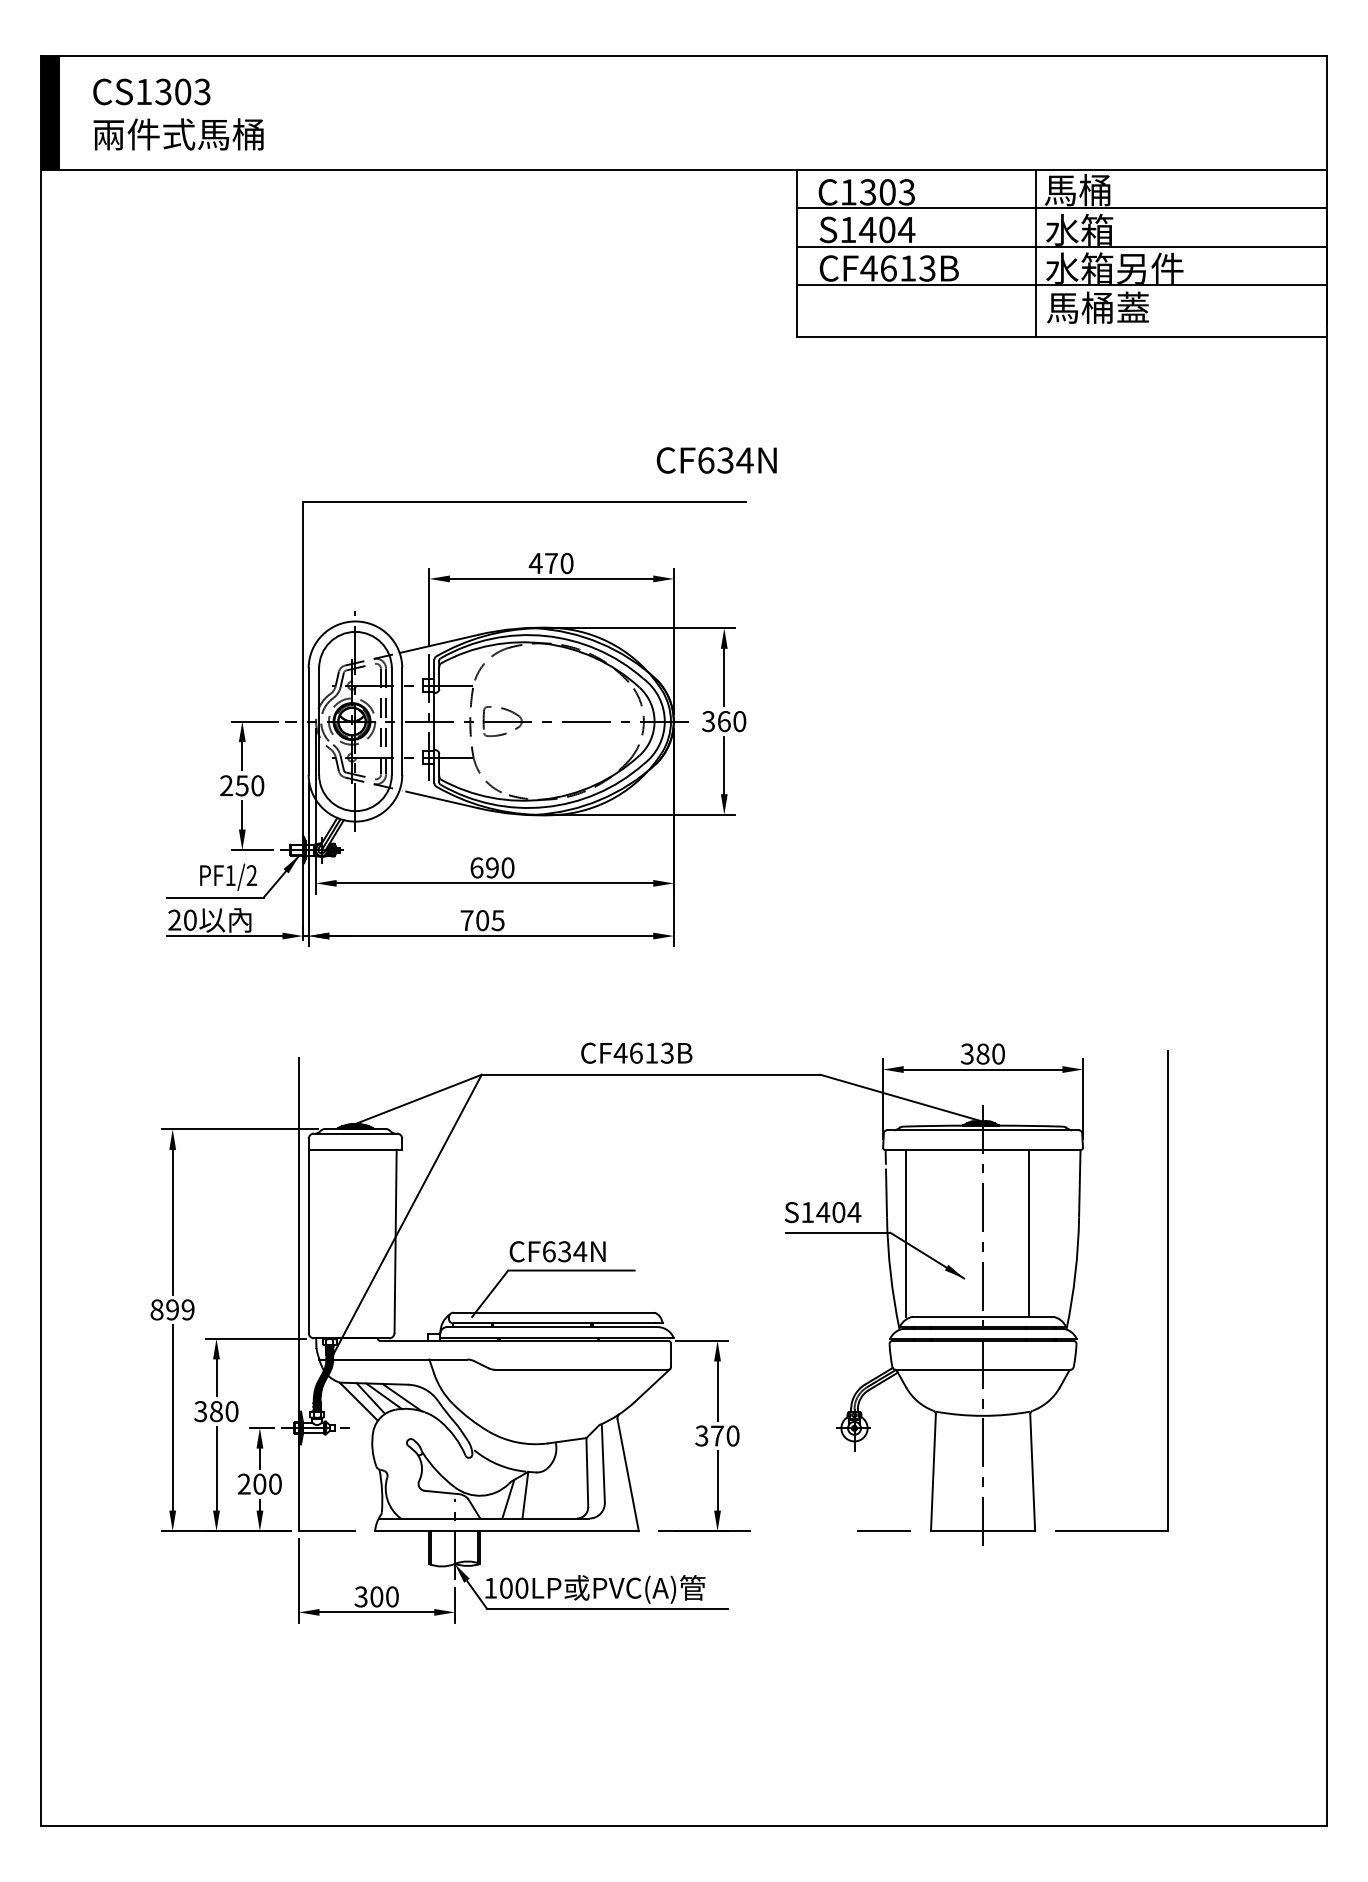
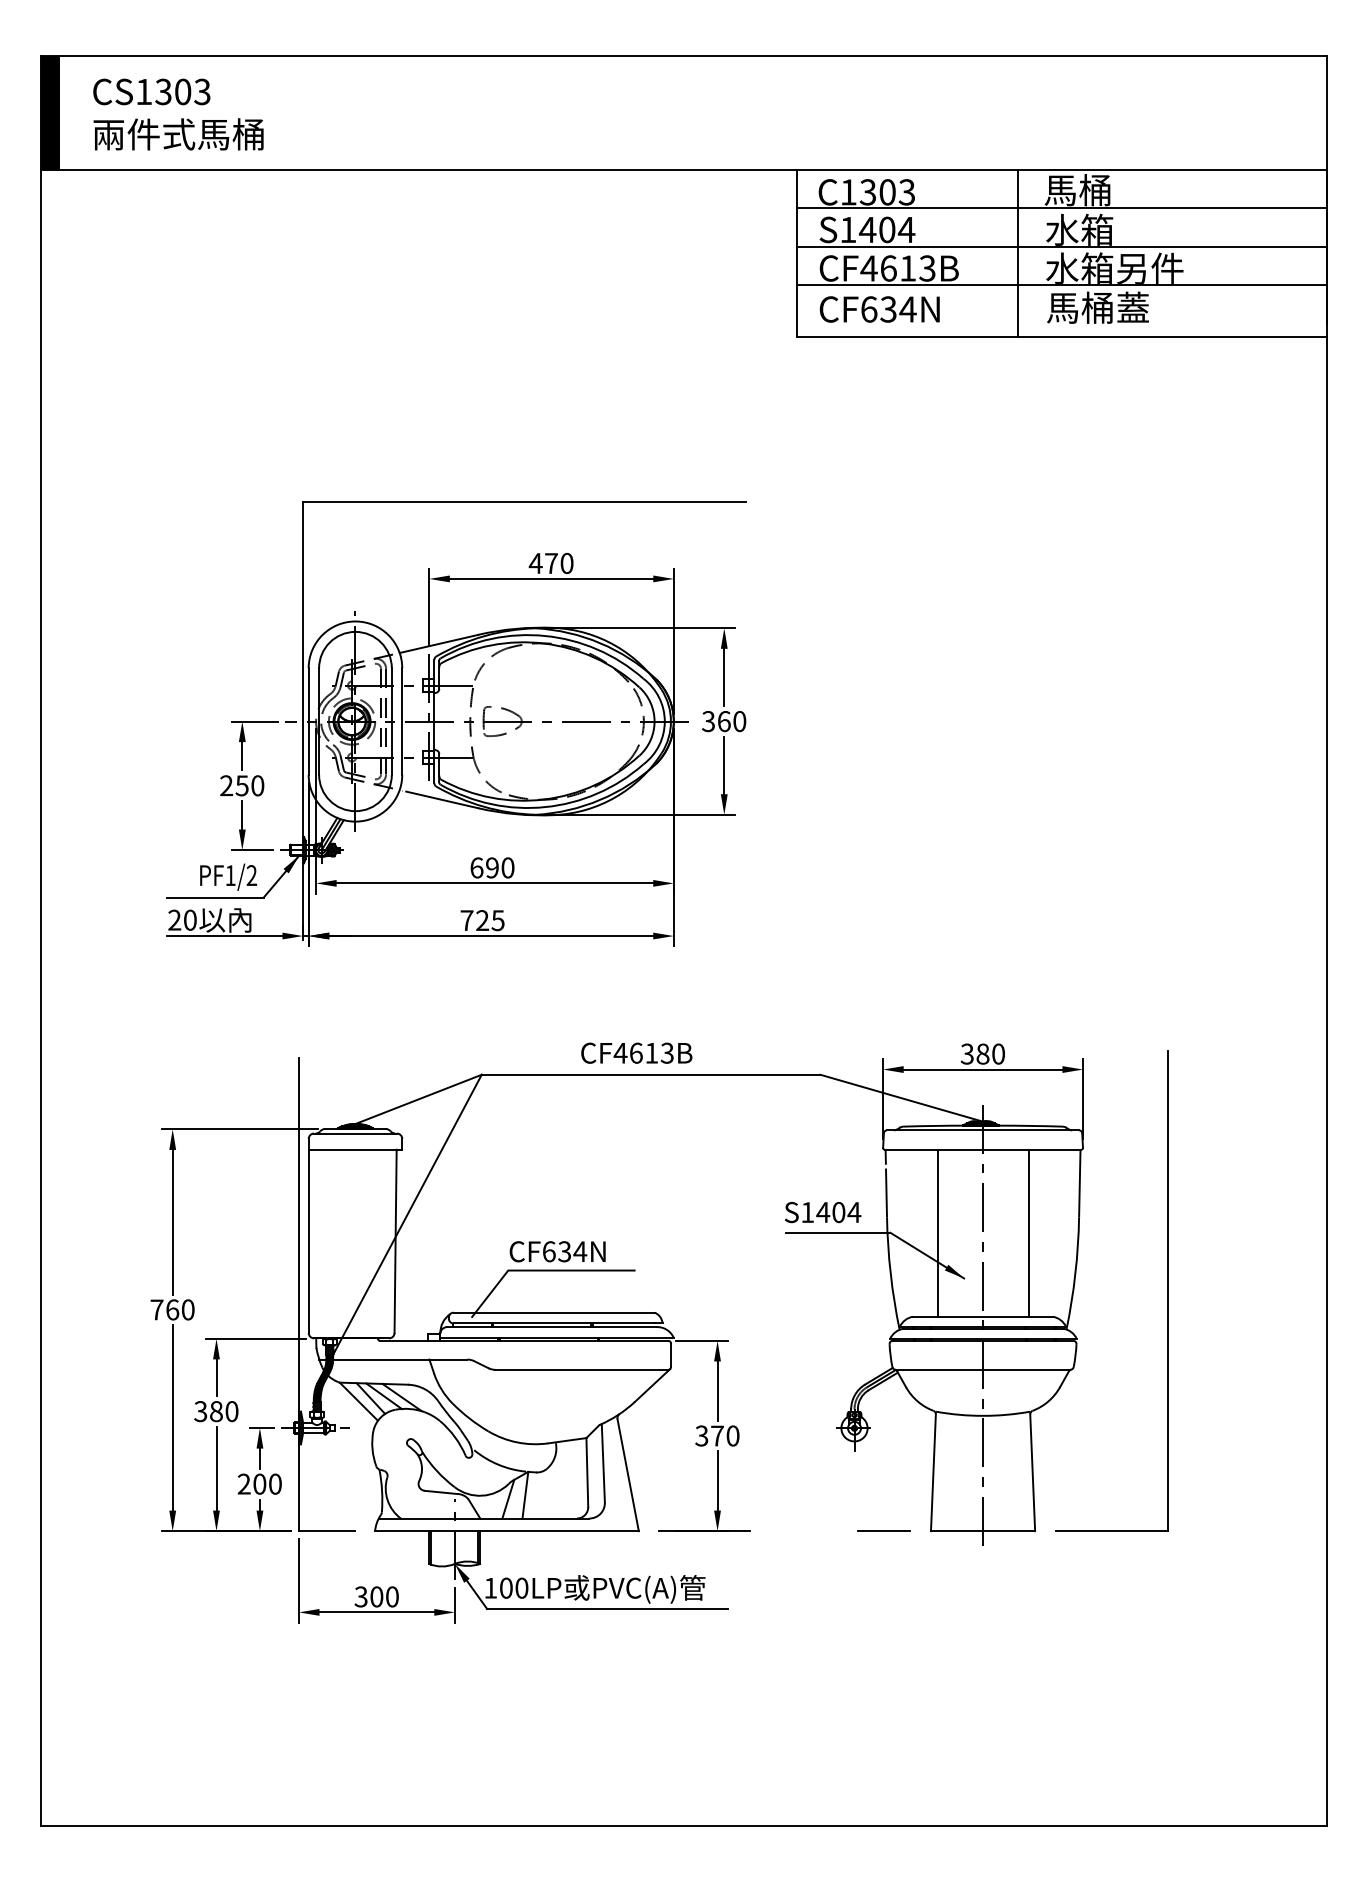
line at (1036, 253) position: (1036, 253) -> (1018, 253)
text at (716, 460) position: (716, 460) -> (879, 309)
text at (482, 920): 705 -> 725
line at (905, 1232) position: (905, 1232) -> (937, 1232)
text at (172, 1309): 899 -> 760
